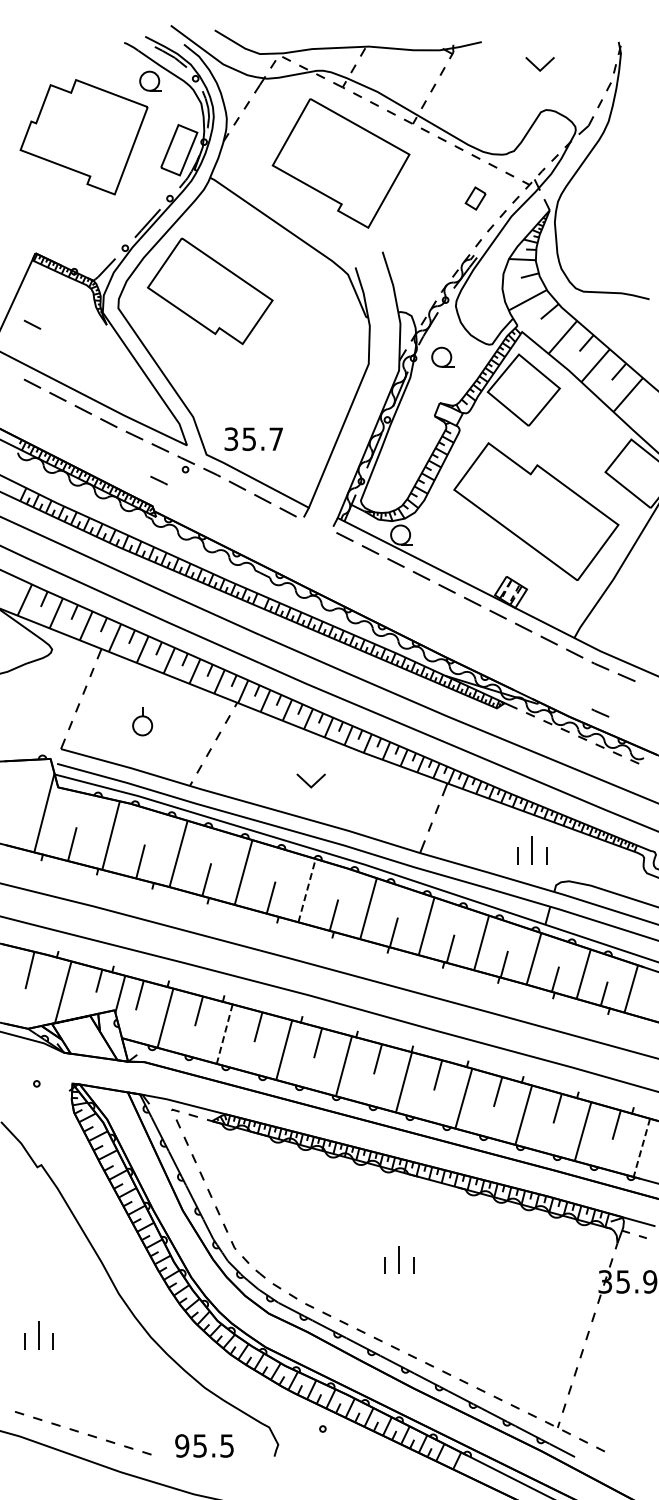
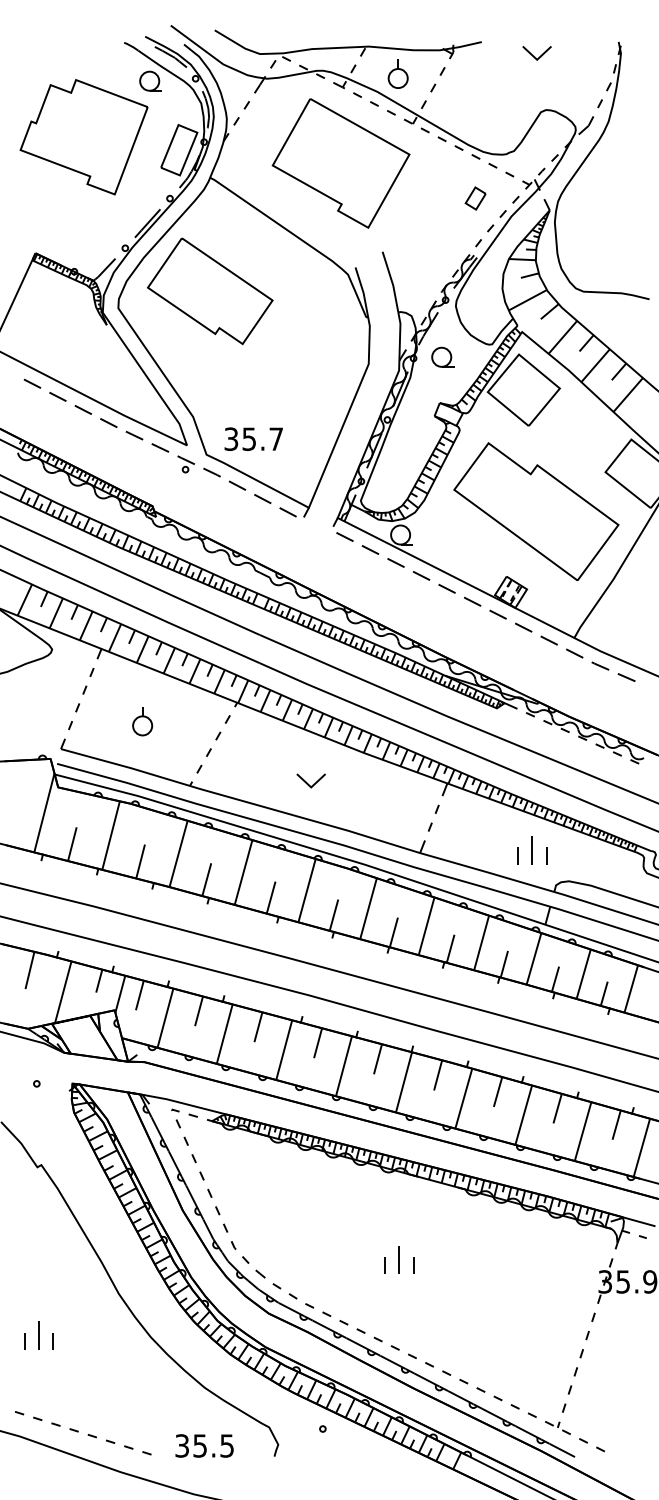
part at (539, 64) position: (539, 64) -> (536, 53)
part at (397, 73): none -> present
line at (32, 324): present -> none
line at (158, 480): present -> none
line at (600, 712): present -> none
line at (307, 890): dashed -> solid
line at (224, 1034): dashed -> solid
line at (641, 1148): dashed -> solid
text at (182, 1445): 95.5 -> 35.5
